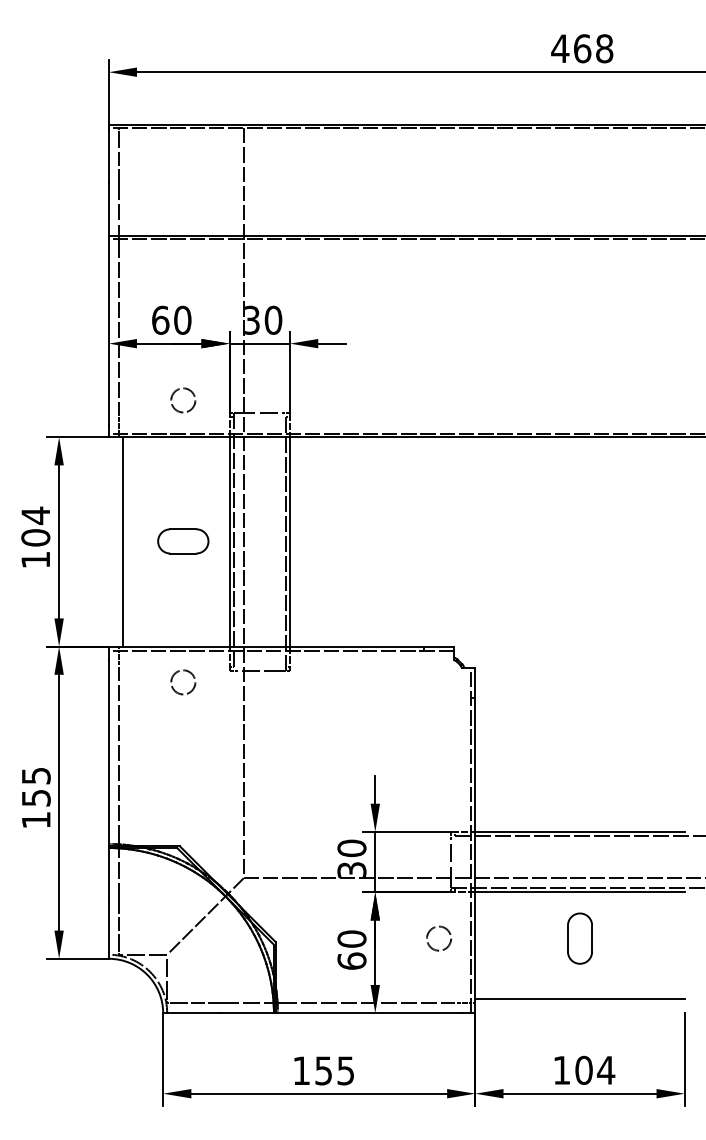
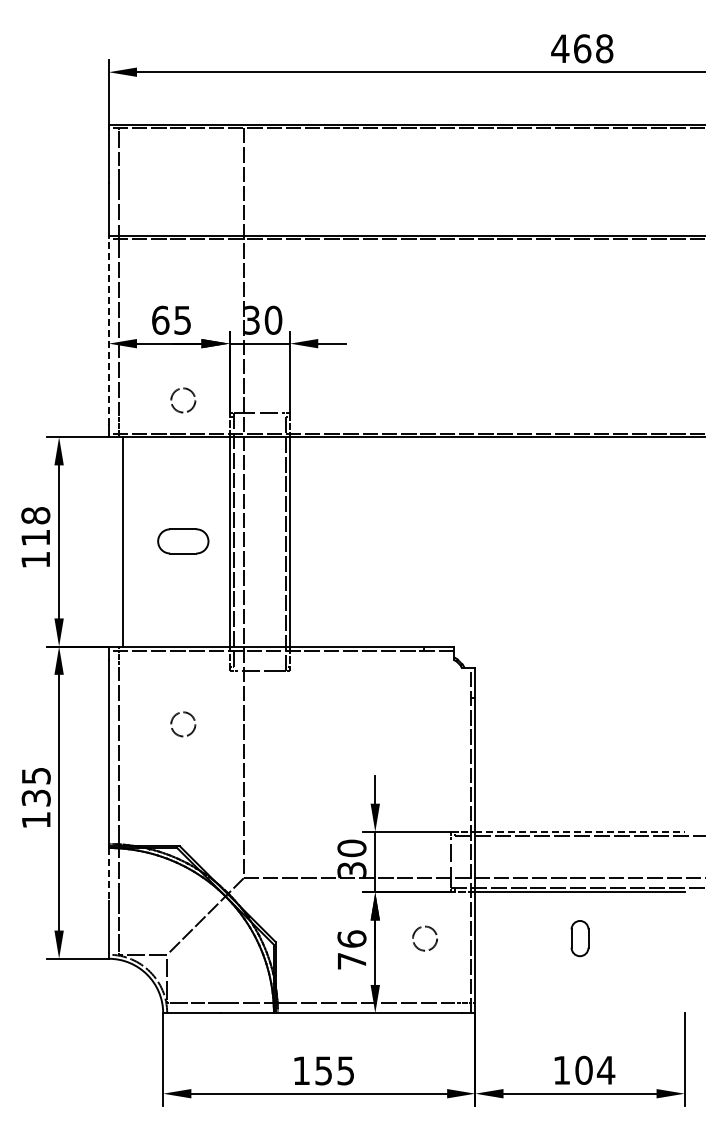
text at (182, 319): 60 -> 65
line at (108, 331): solid -> dashed
text at (35, 526): 104 -> 118
circle at (183, 682) position: (183, 682) -> (183, 724)
text at (35, 797): 155 -> 135
line at (580, 831): solid -> dashed
line at (108, 874): solid -> dashed
circle at (438, 938) position: (438, 938) -> (424, 938)
part at (579, 938) size: 26x53 px -> 20x38 px
text at (351, 949): 60 -> 76
line at (579, 999): present -> none
